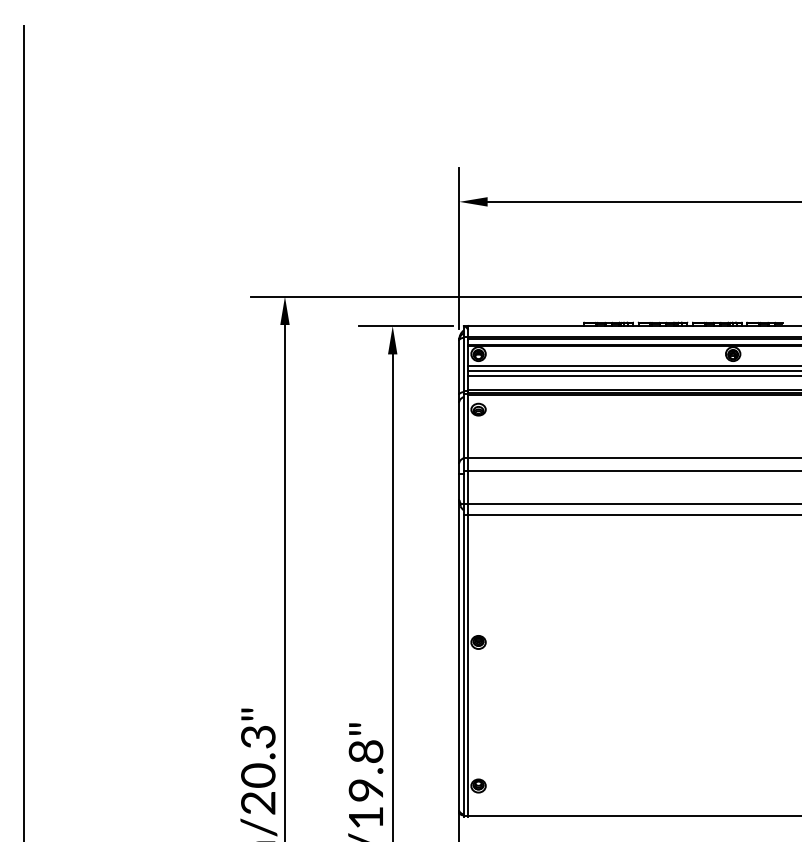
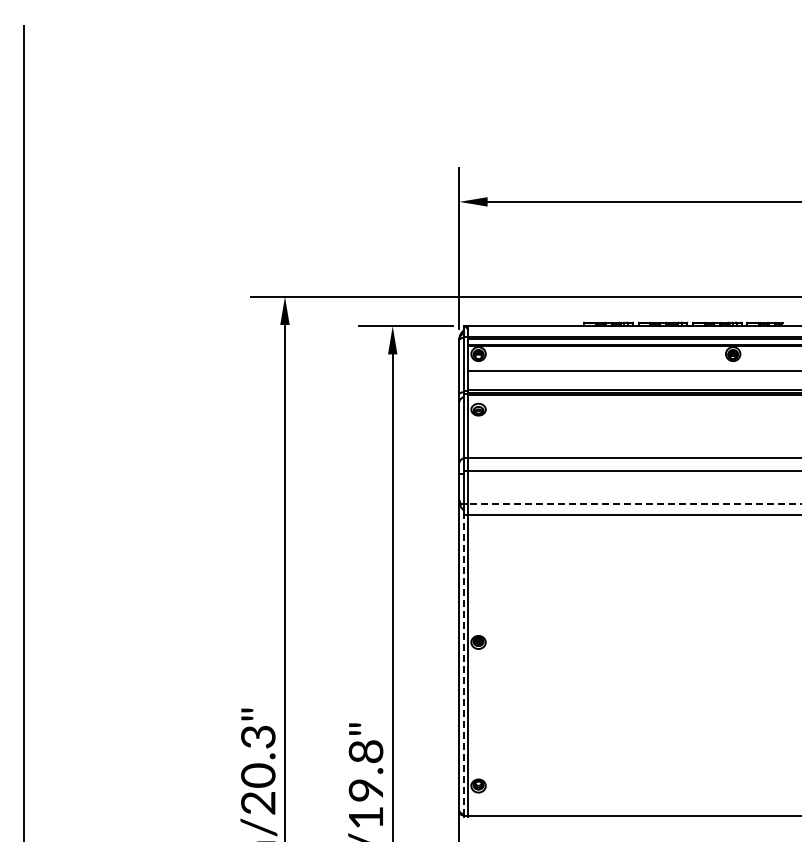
line at (633, 366): present -> none
line at (633, 376): present -> none
line at (634, 503): solid -> dashed
line at (463, 665): solid -> dashed
